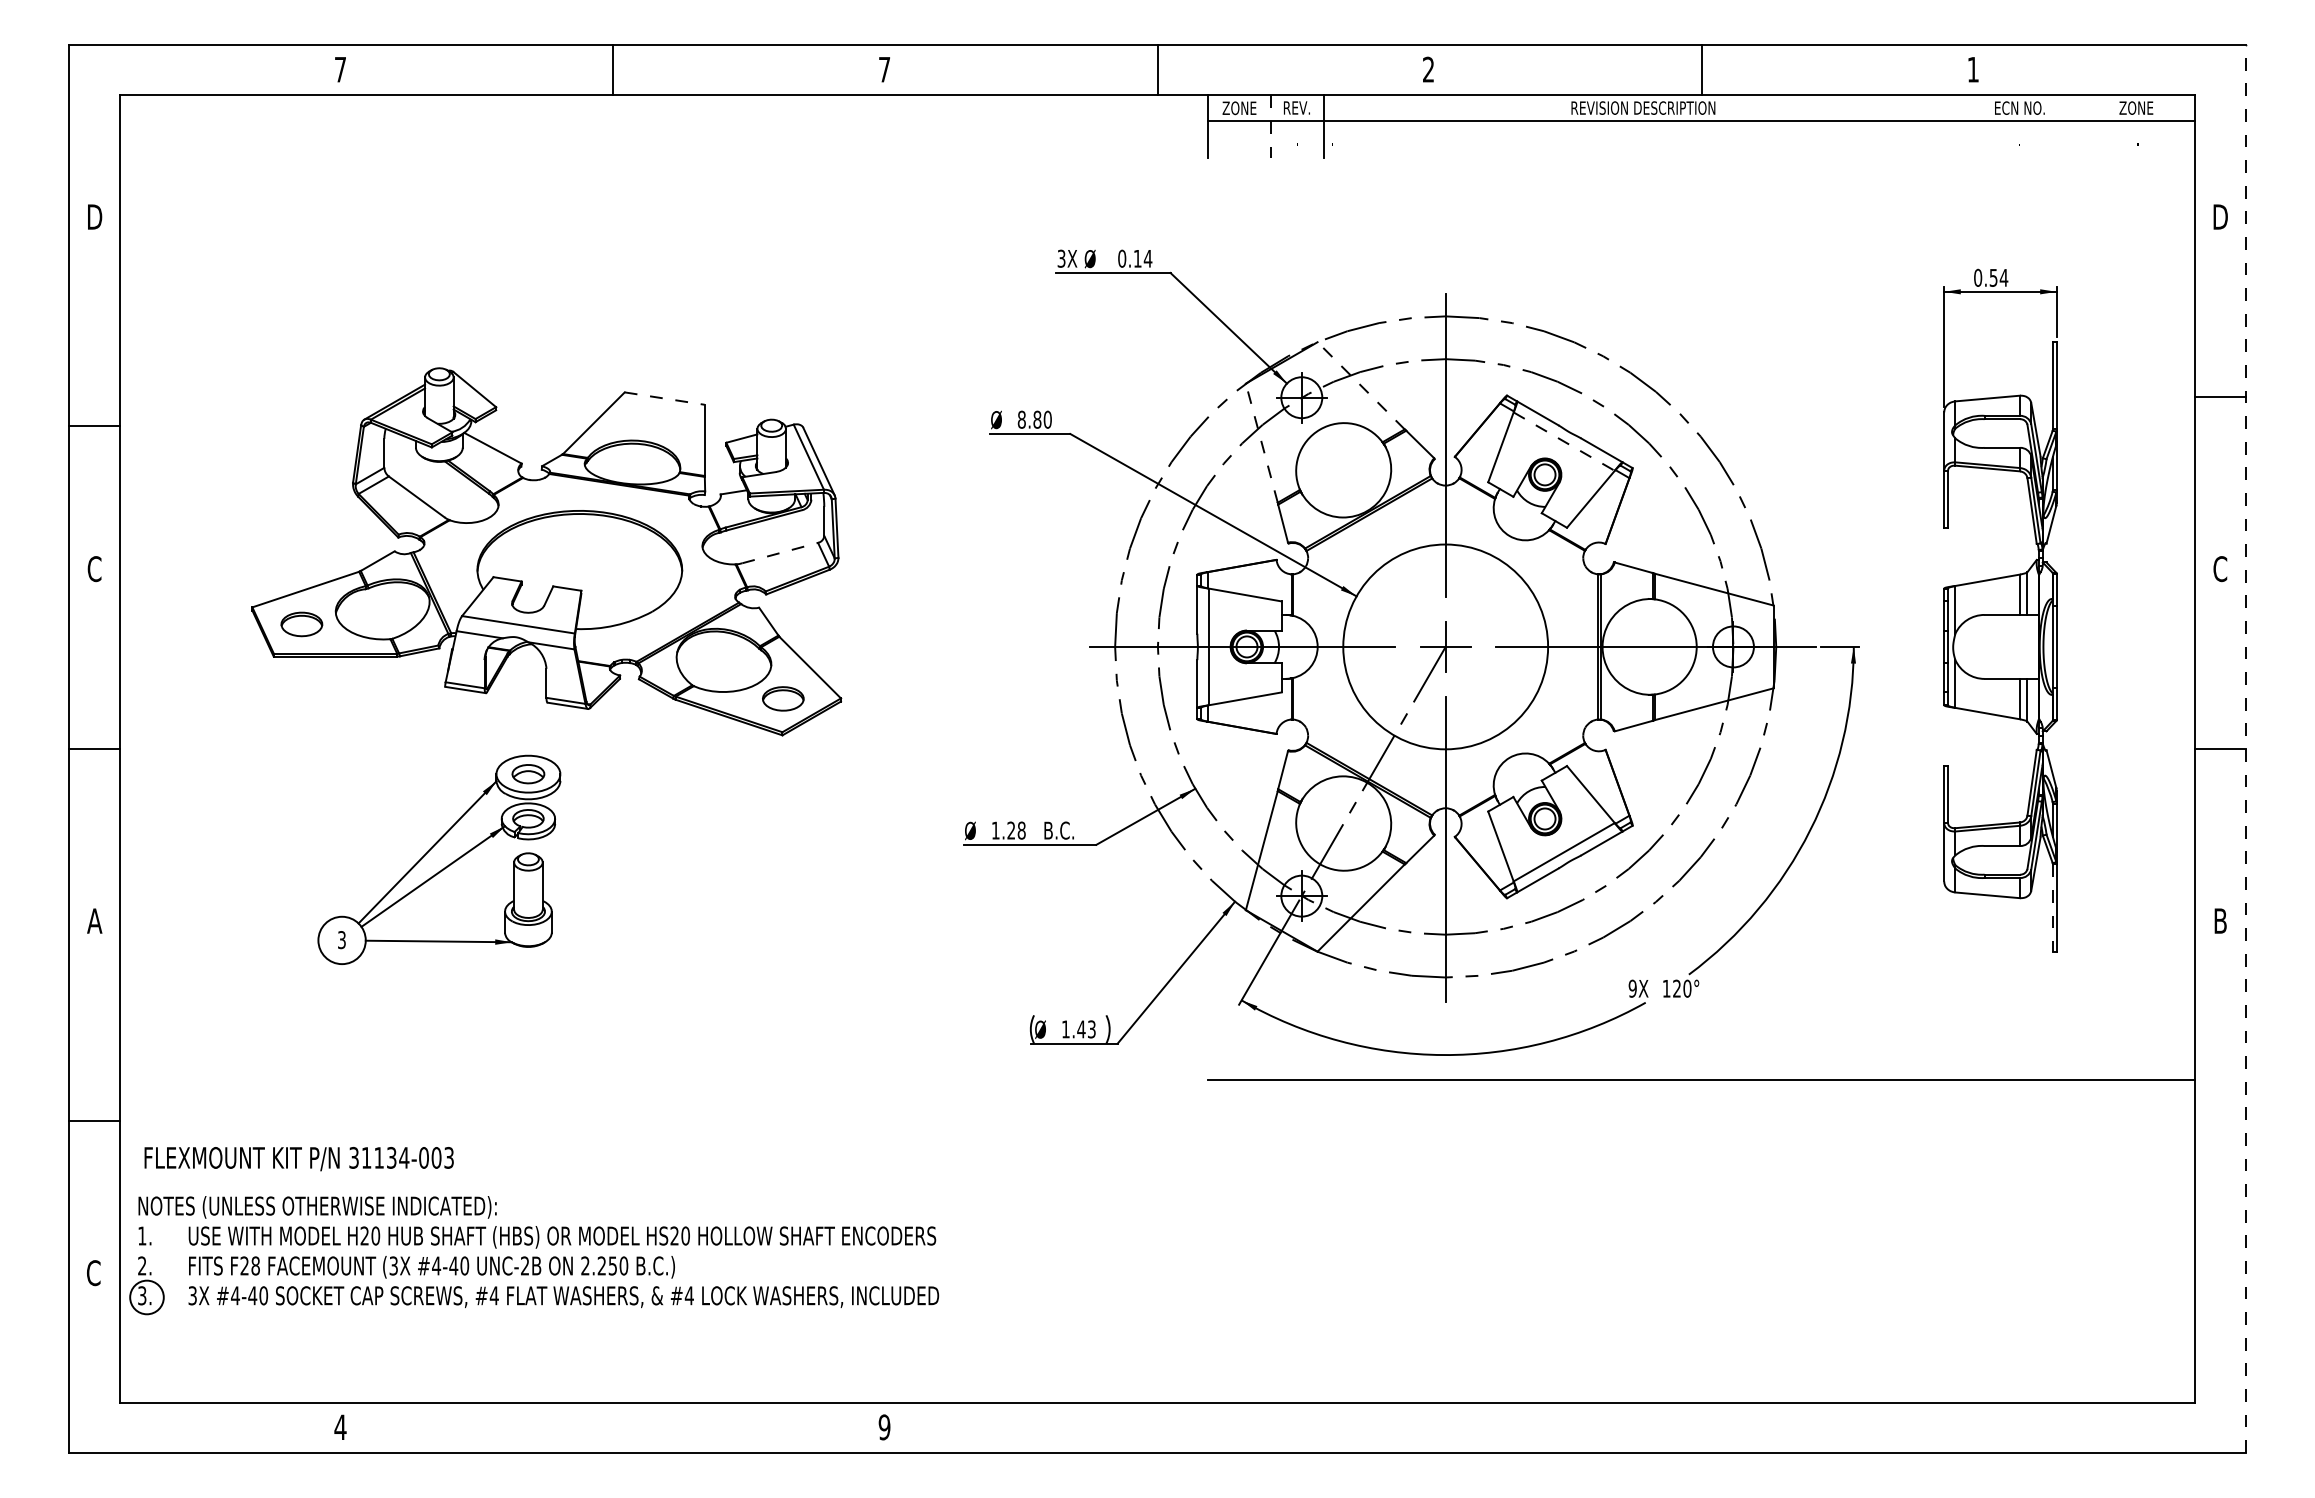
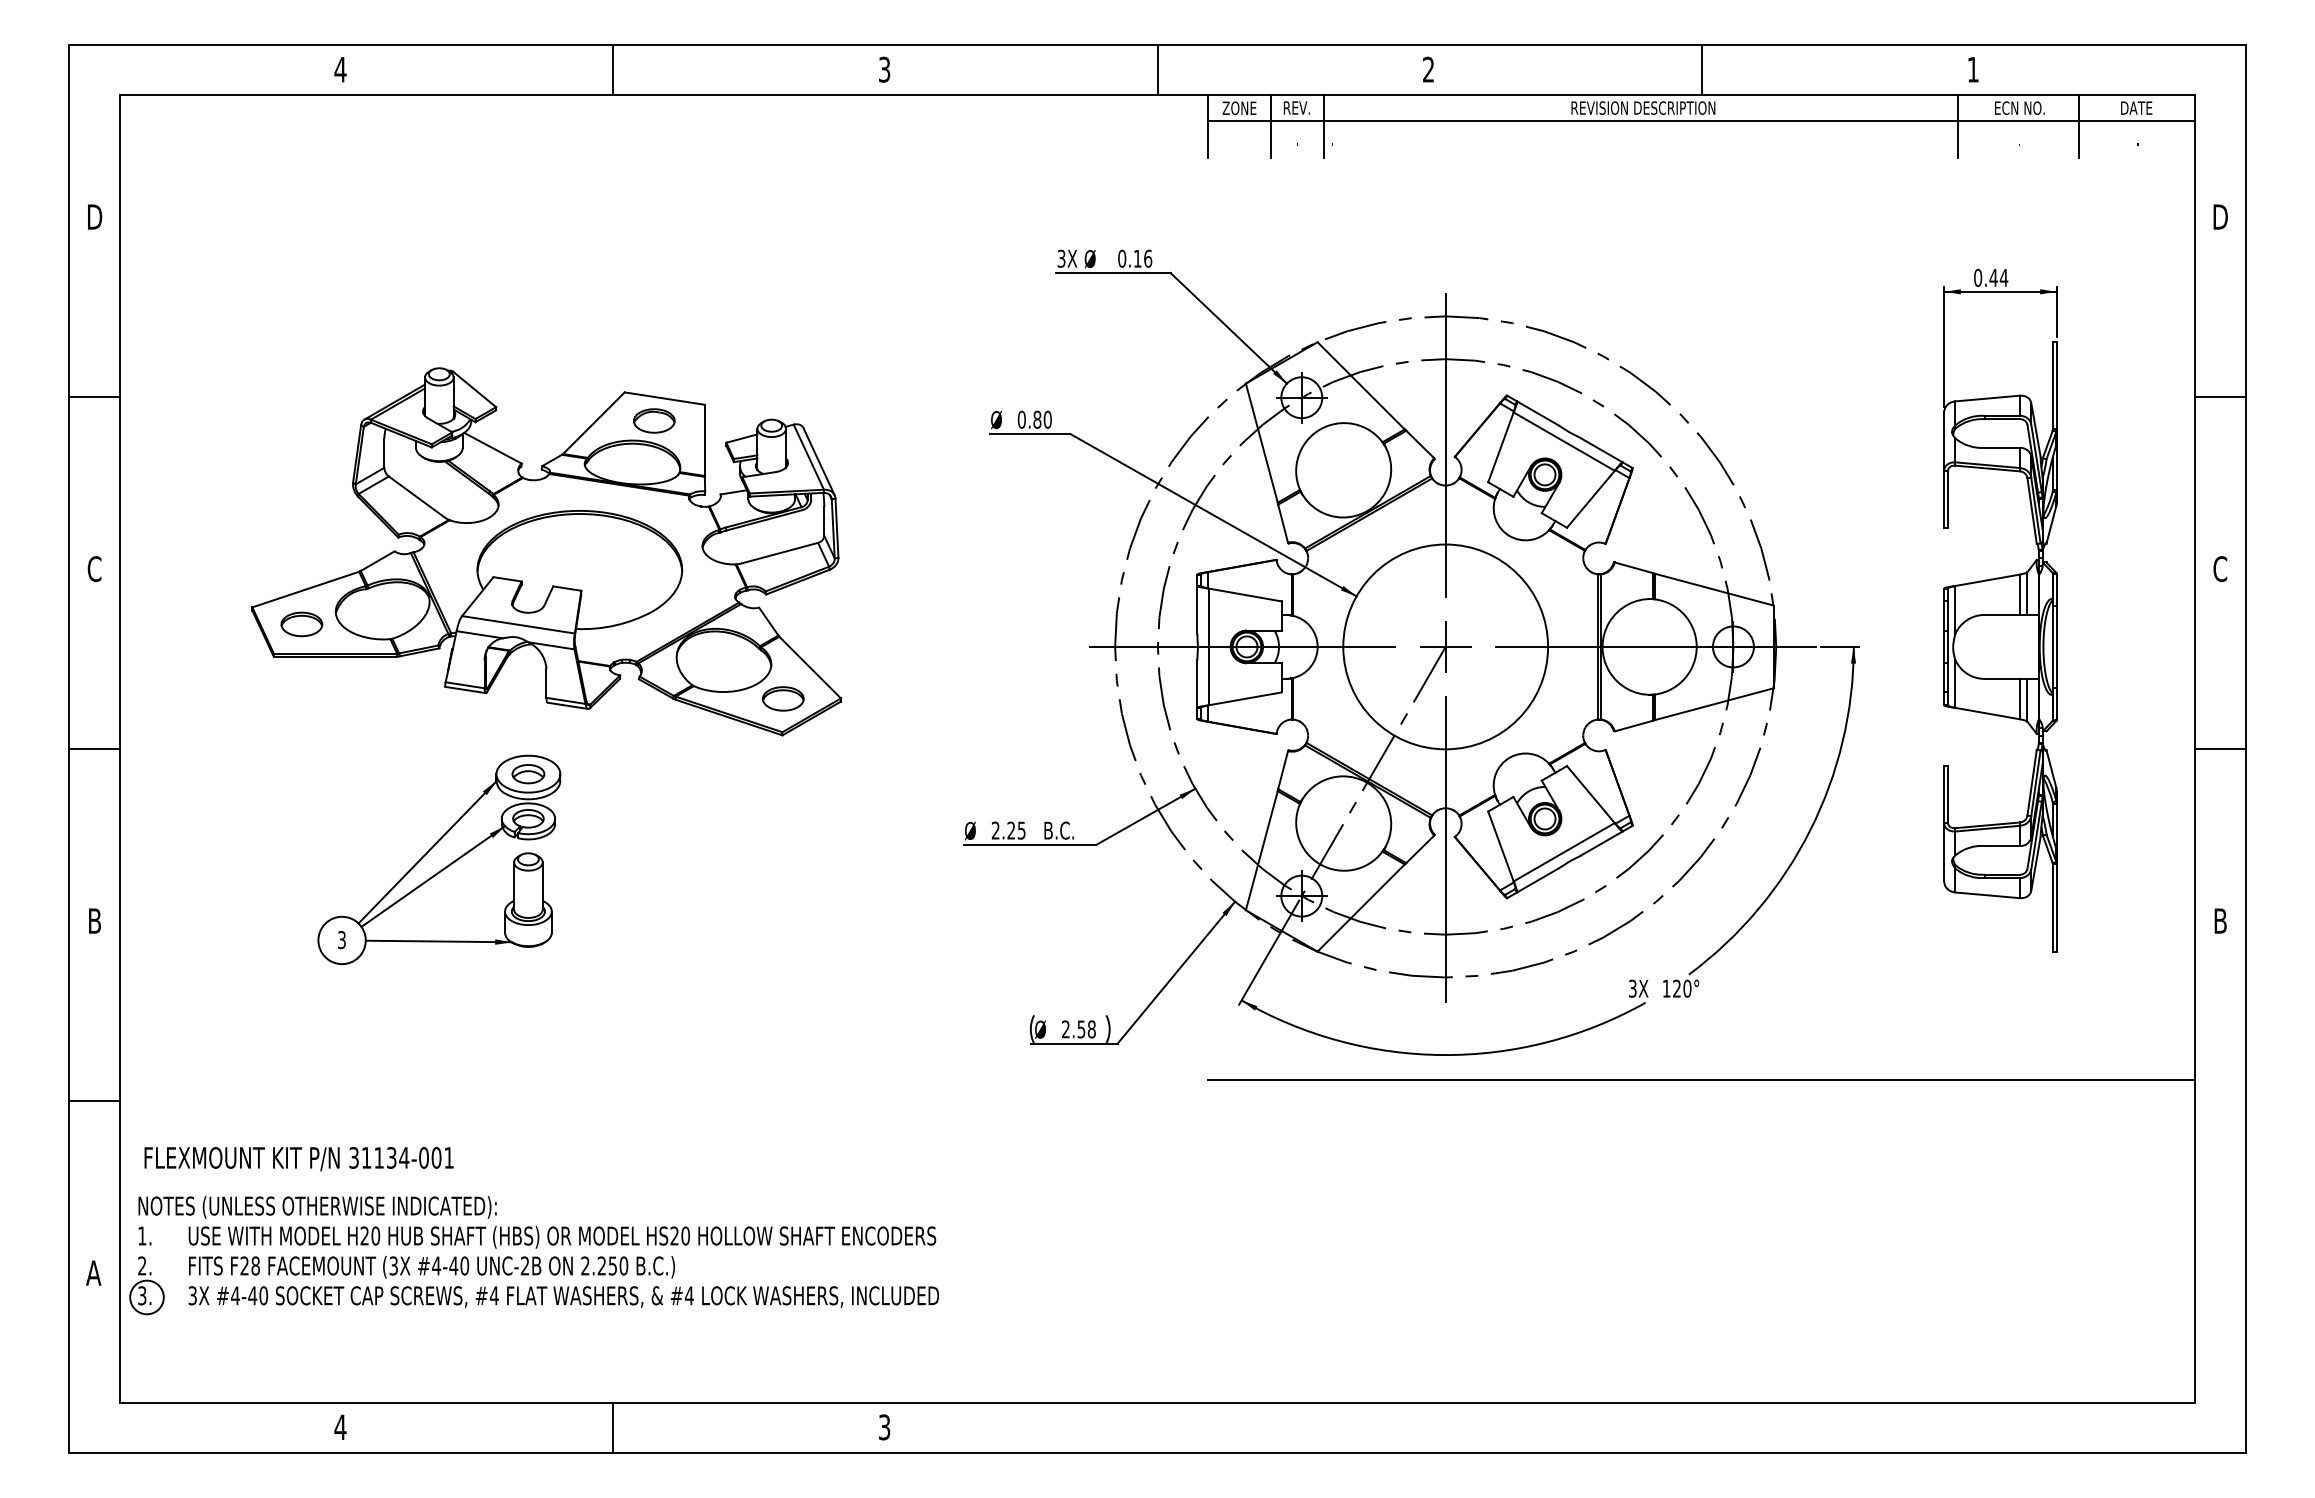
text at (340, 69): 7 -> 4
text at (884, 69): 7 -> 3
text at (2136, 107): ZONE -> DATE
line at (1958, 126): none -> present
line at (2079, 126): none -> present
line at (1270, 127): dashed -> solid
text at (1147, 258): 0.14 -> 0.16
text at (1993, 277): 0.54 -> 0.44
line at (1361, 385): dashed -> solid
line at (665, 398): dashed -> solid
text at (1021, 419): 8.80 -> 0.80
part at (654, 420): none -> present
line at (94, 425) position: (94, 425) -> (94, 396)
line at (1564, 441): dashed -> solid
line at (1261, 443): dashed -> solid
line at (780, 552): dashed -> solid
line at (2245, 748): dashed -> solid
text at (1008, 830): 1.28 -> 2.25
line at (2052, 908): dashed -> solid
text at (94, 920): A -> B
text at (1632, 988): 9X -> 3X
text at (1078, 1029): 1.43 -> 2.58
line at (94, 1121) position: (94, 1121) -> (94, 1101)
text at (448, 1157): 31134-003 -> 31134-001
text at (93, 1273): C -> A
line at (613, 1427): none -> present
text at (884, 1427): 9 -> 3
